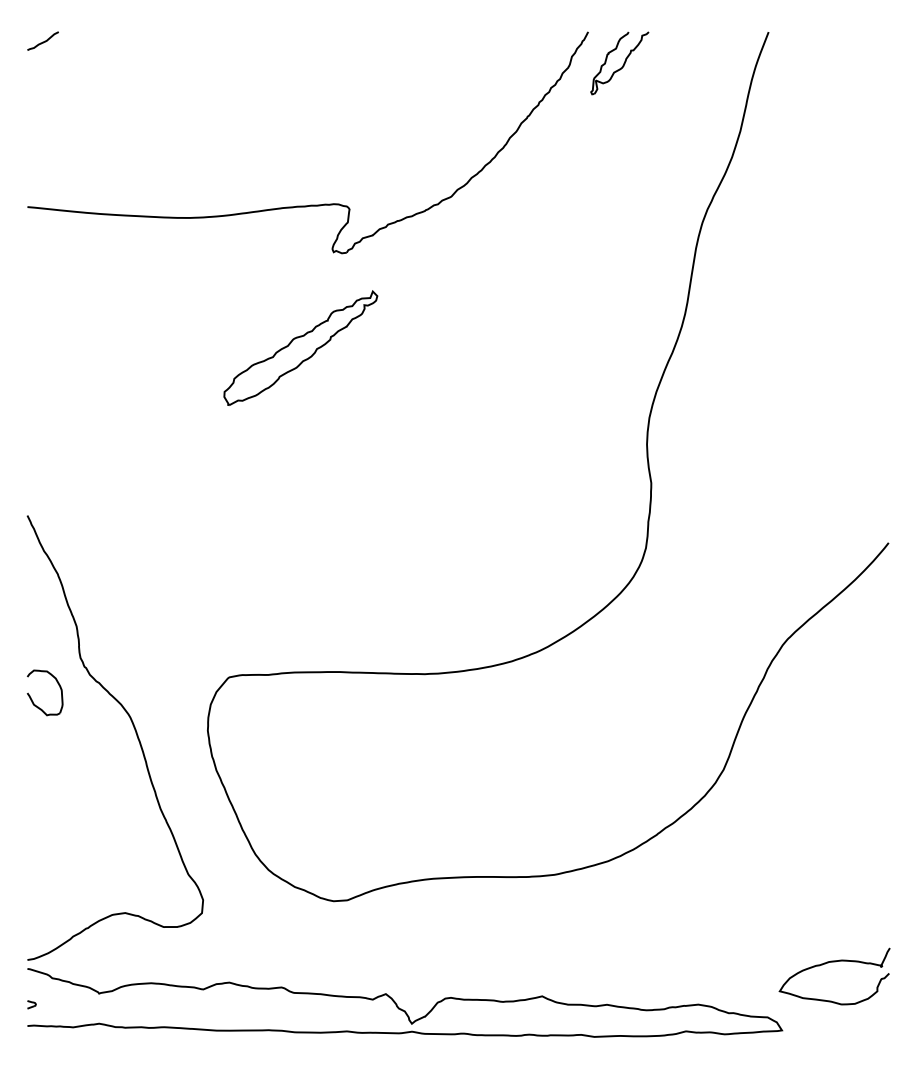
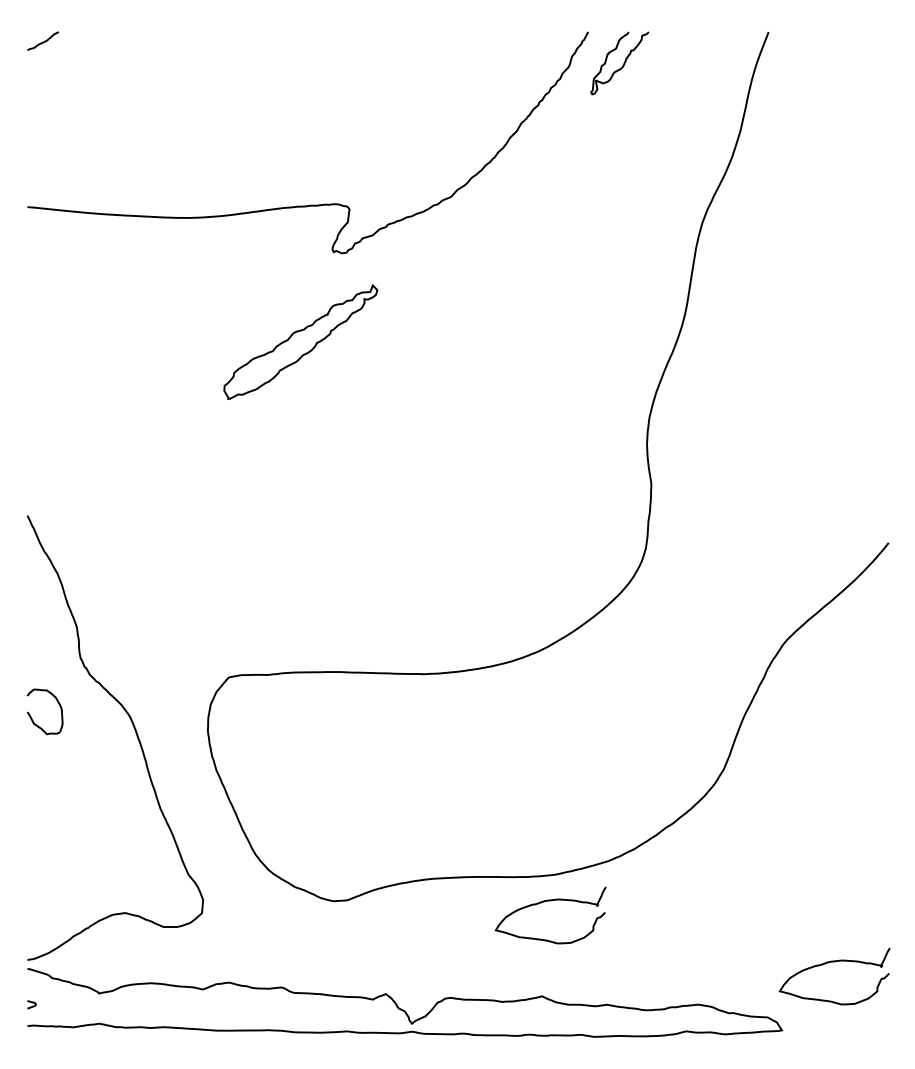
part at (300, 347) position: (300, 347) -> (300, 341)
part at (32, 699) position: (32, 699) -> (32, 718)
curve at (550, 901): none -> present
